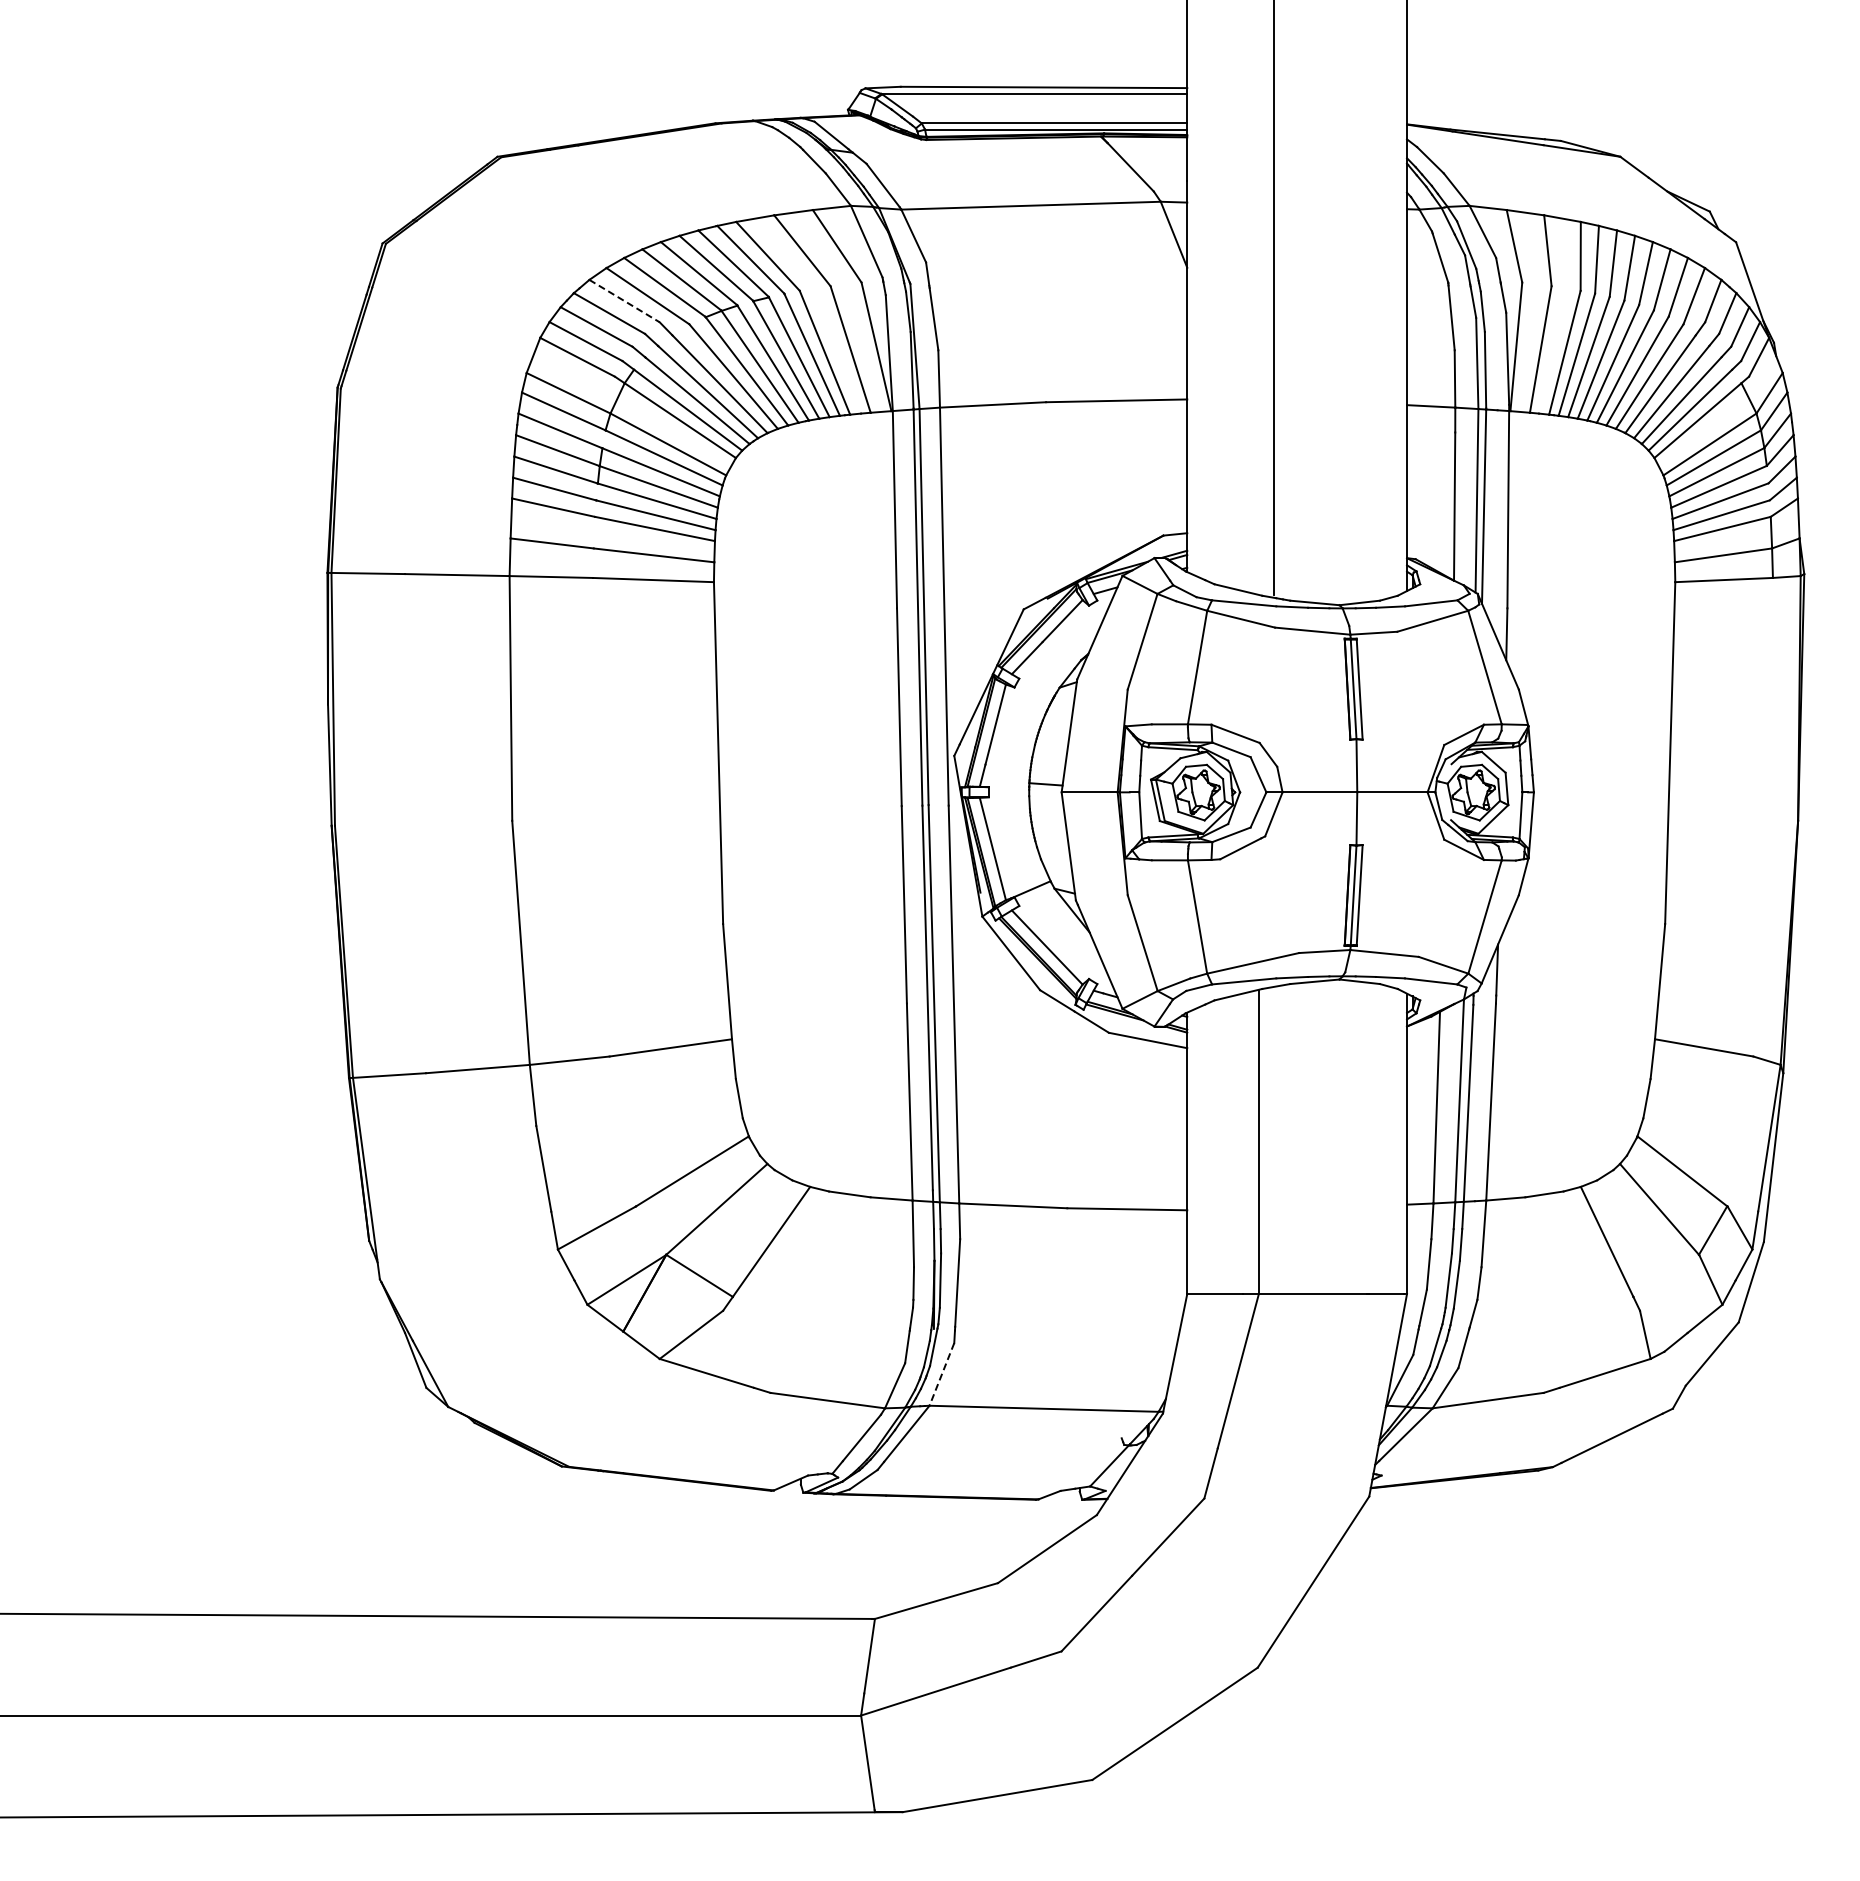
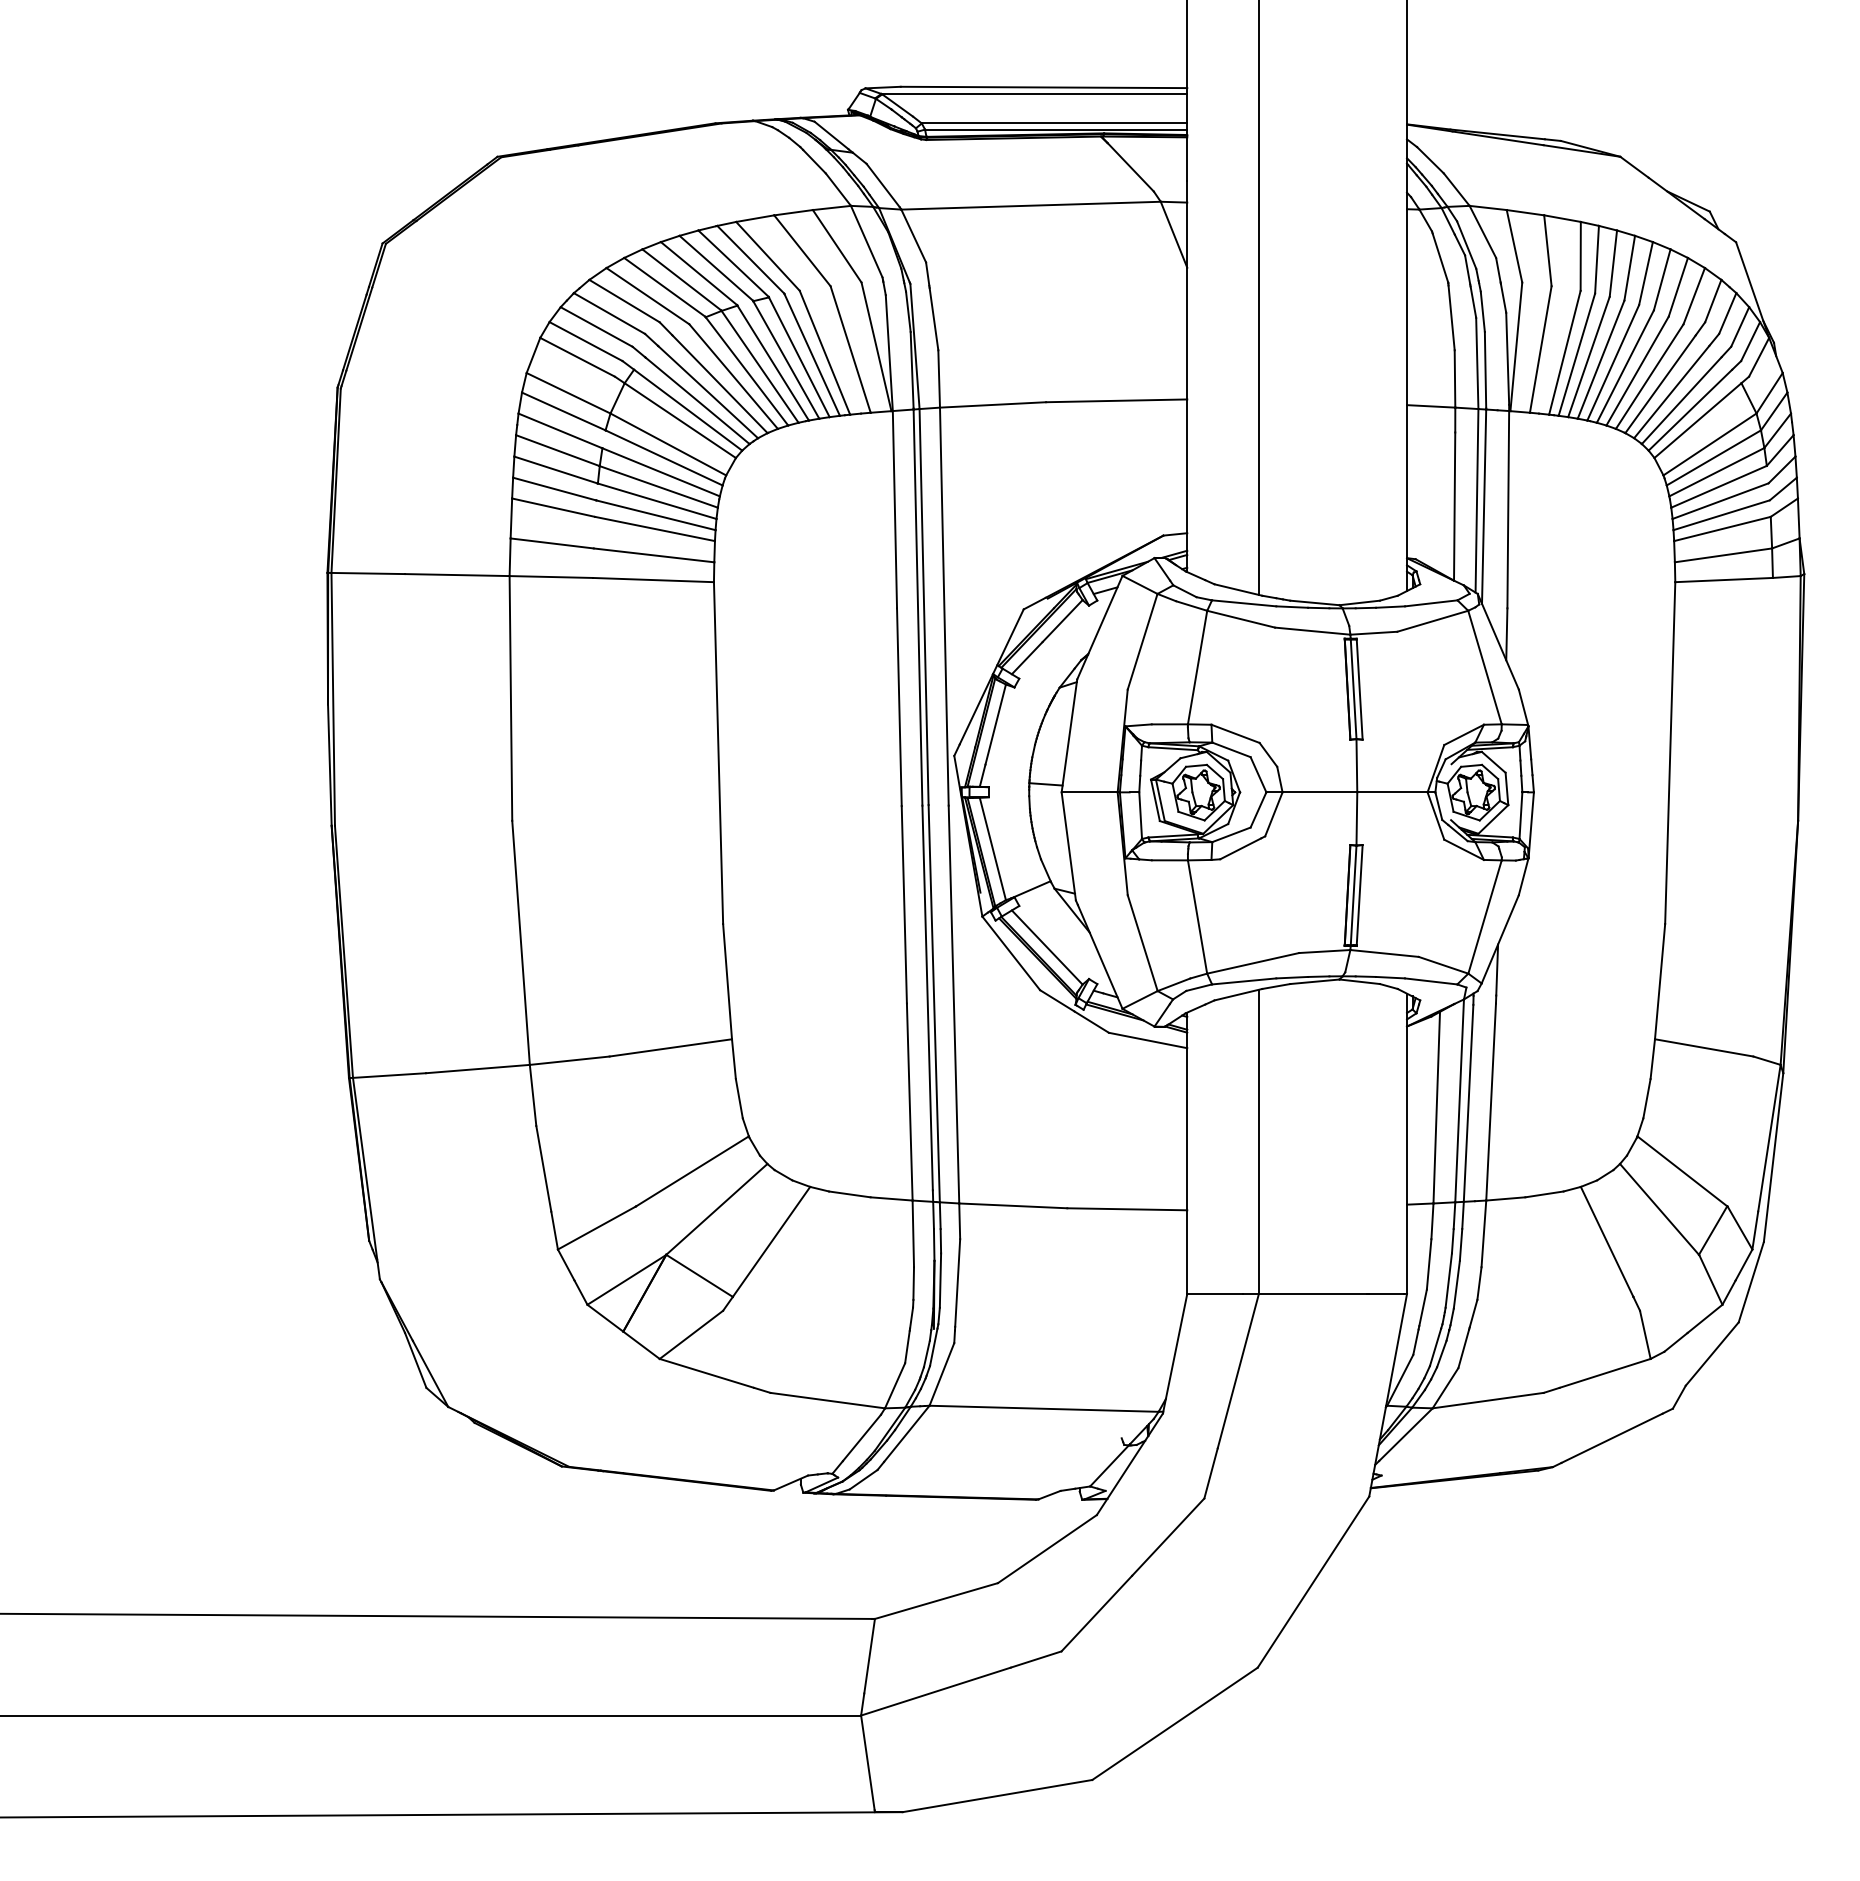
line at (1273, 298) position: (1273, 298) -> (1258, 298)
line at (624, 301): dashed -> solid
line at (941, 1374): dashed -> solid
